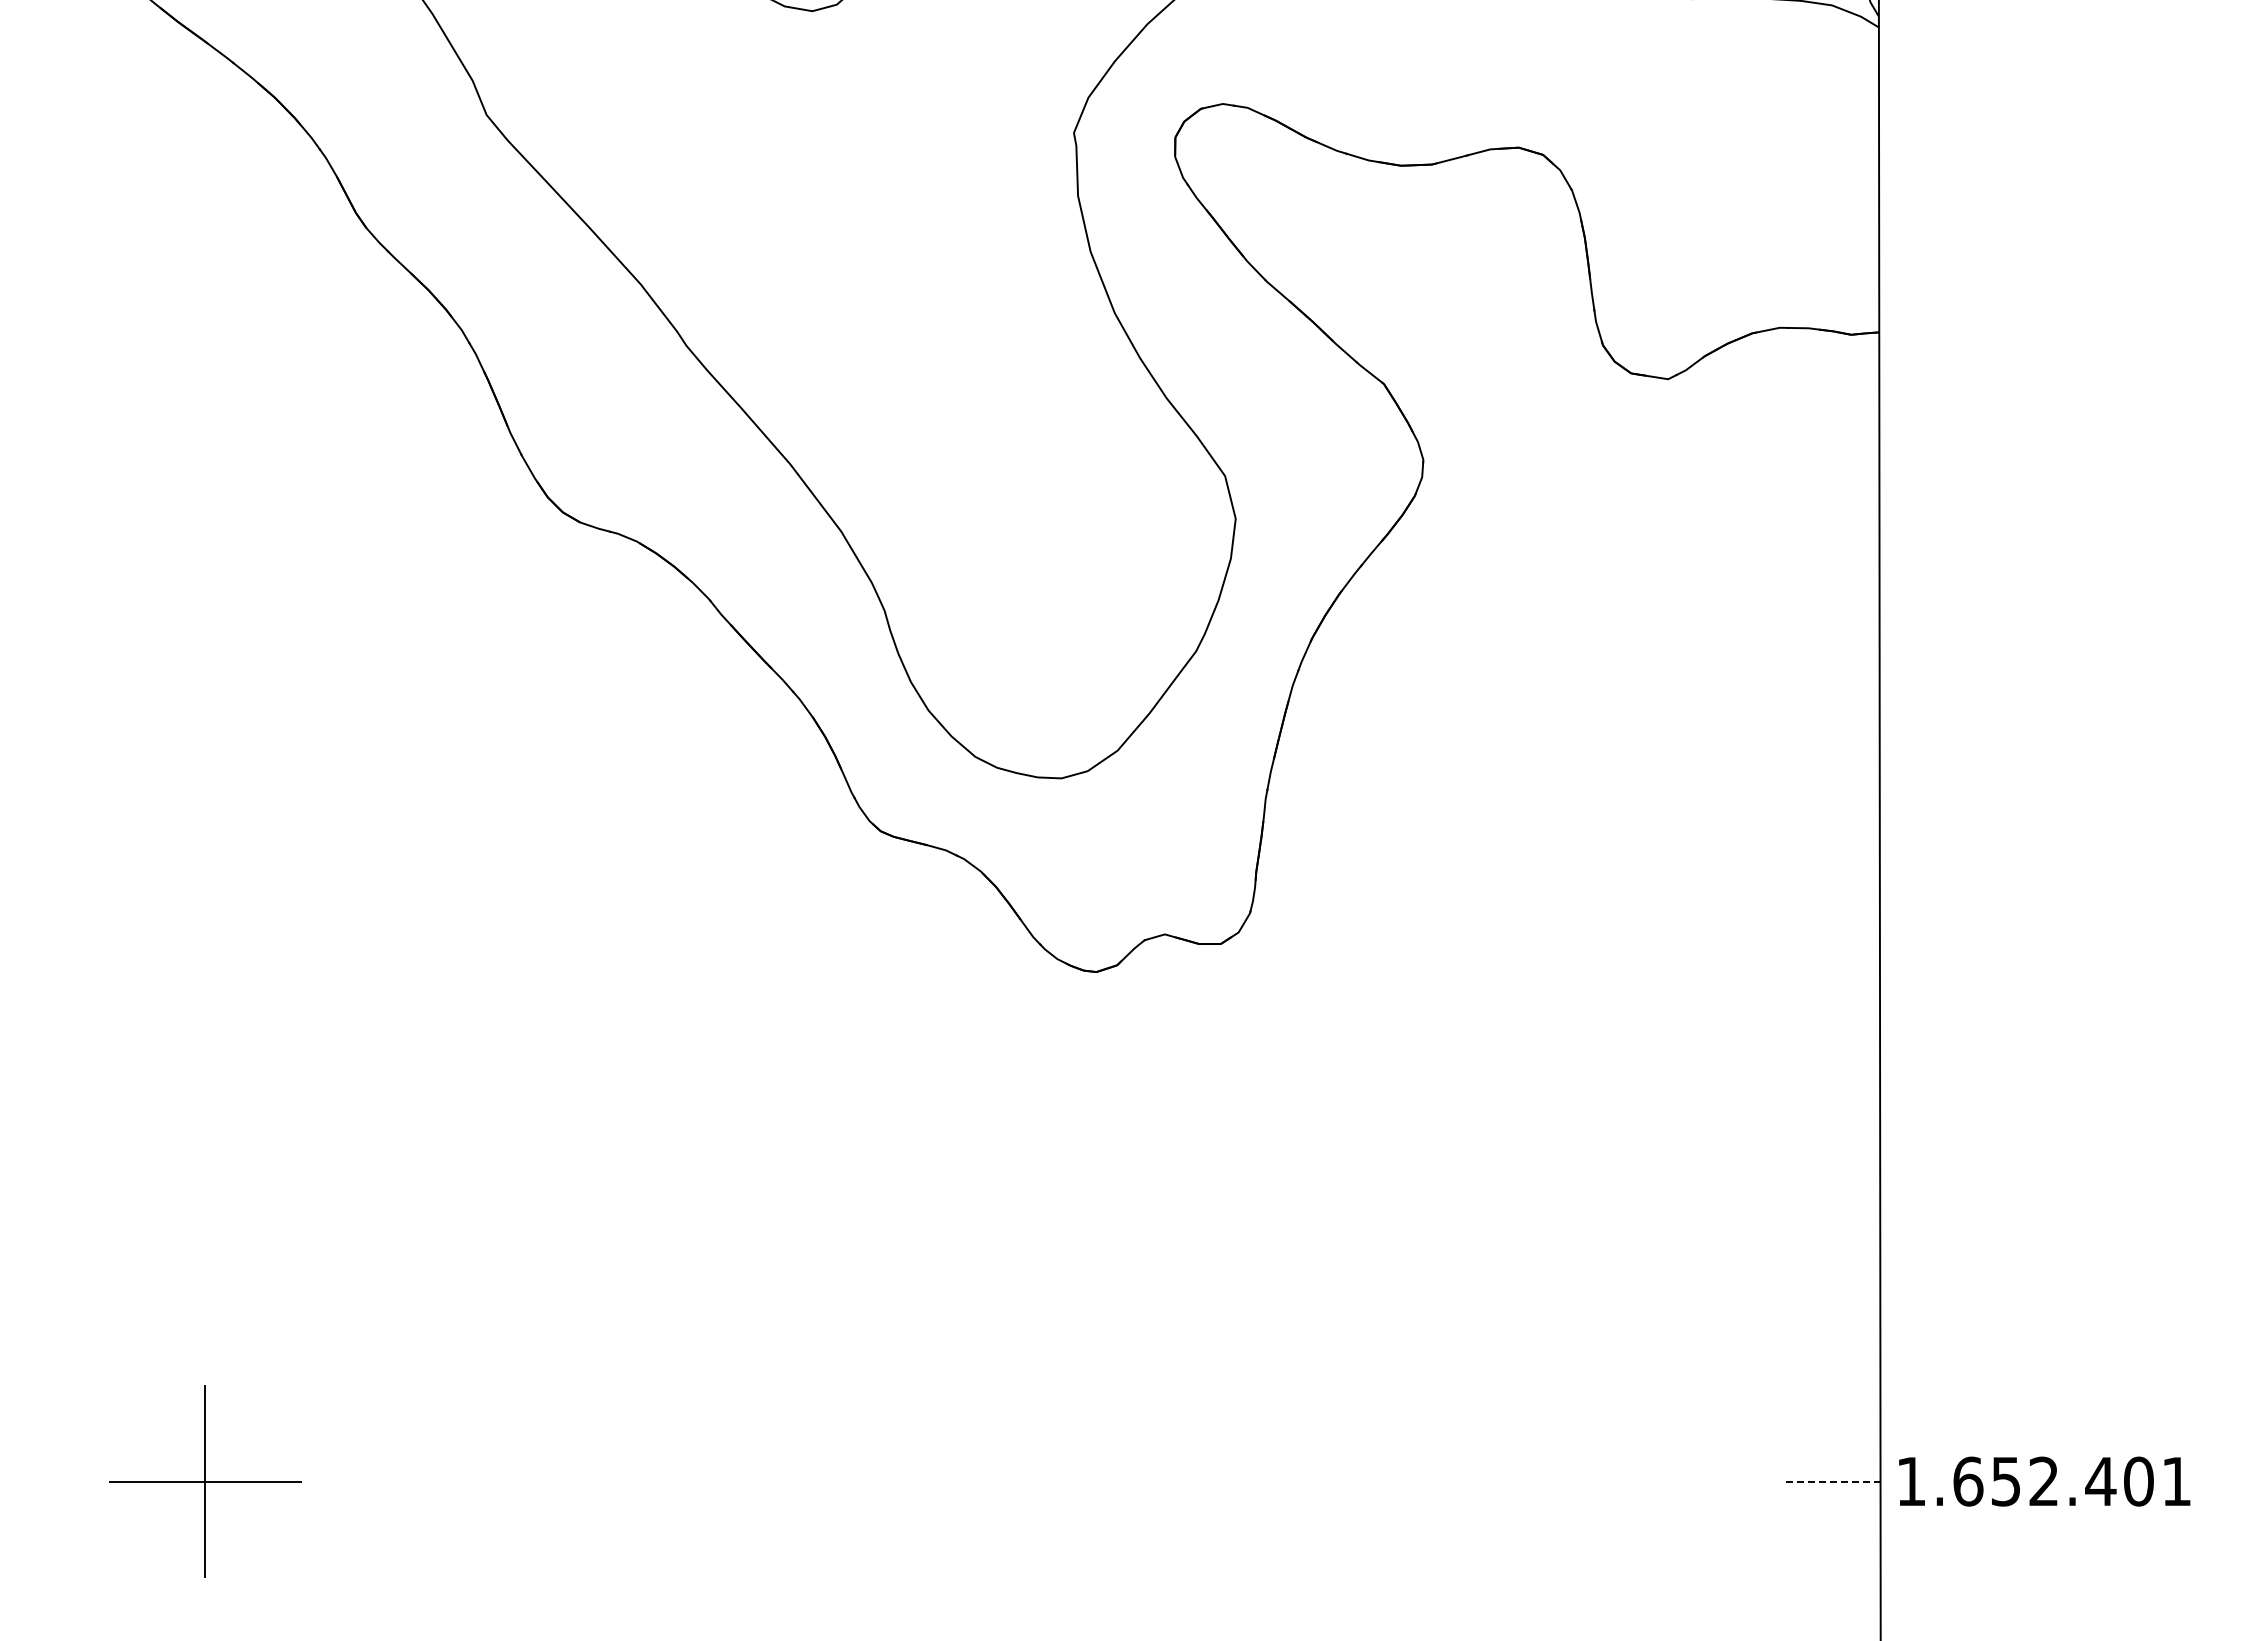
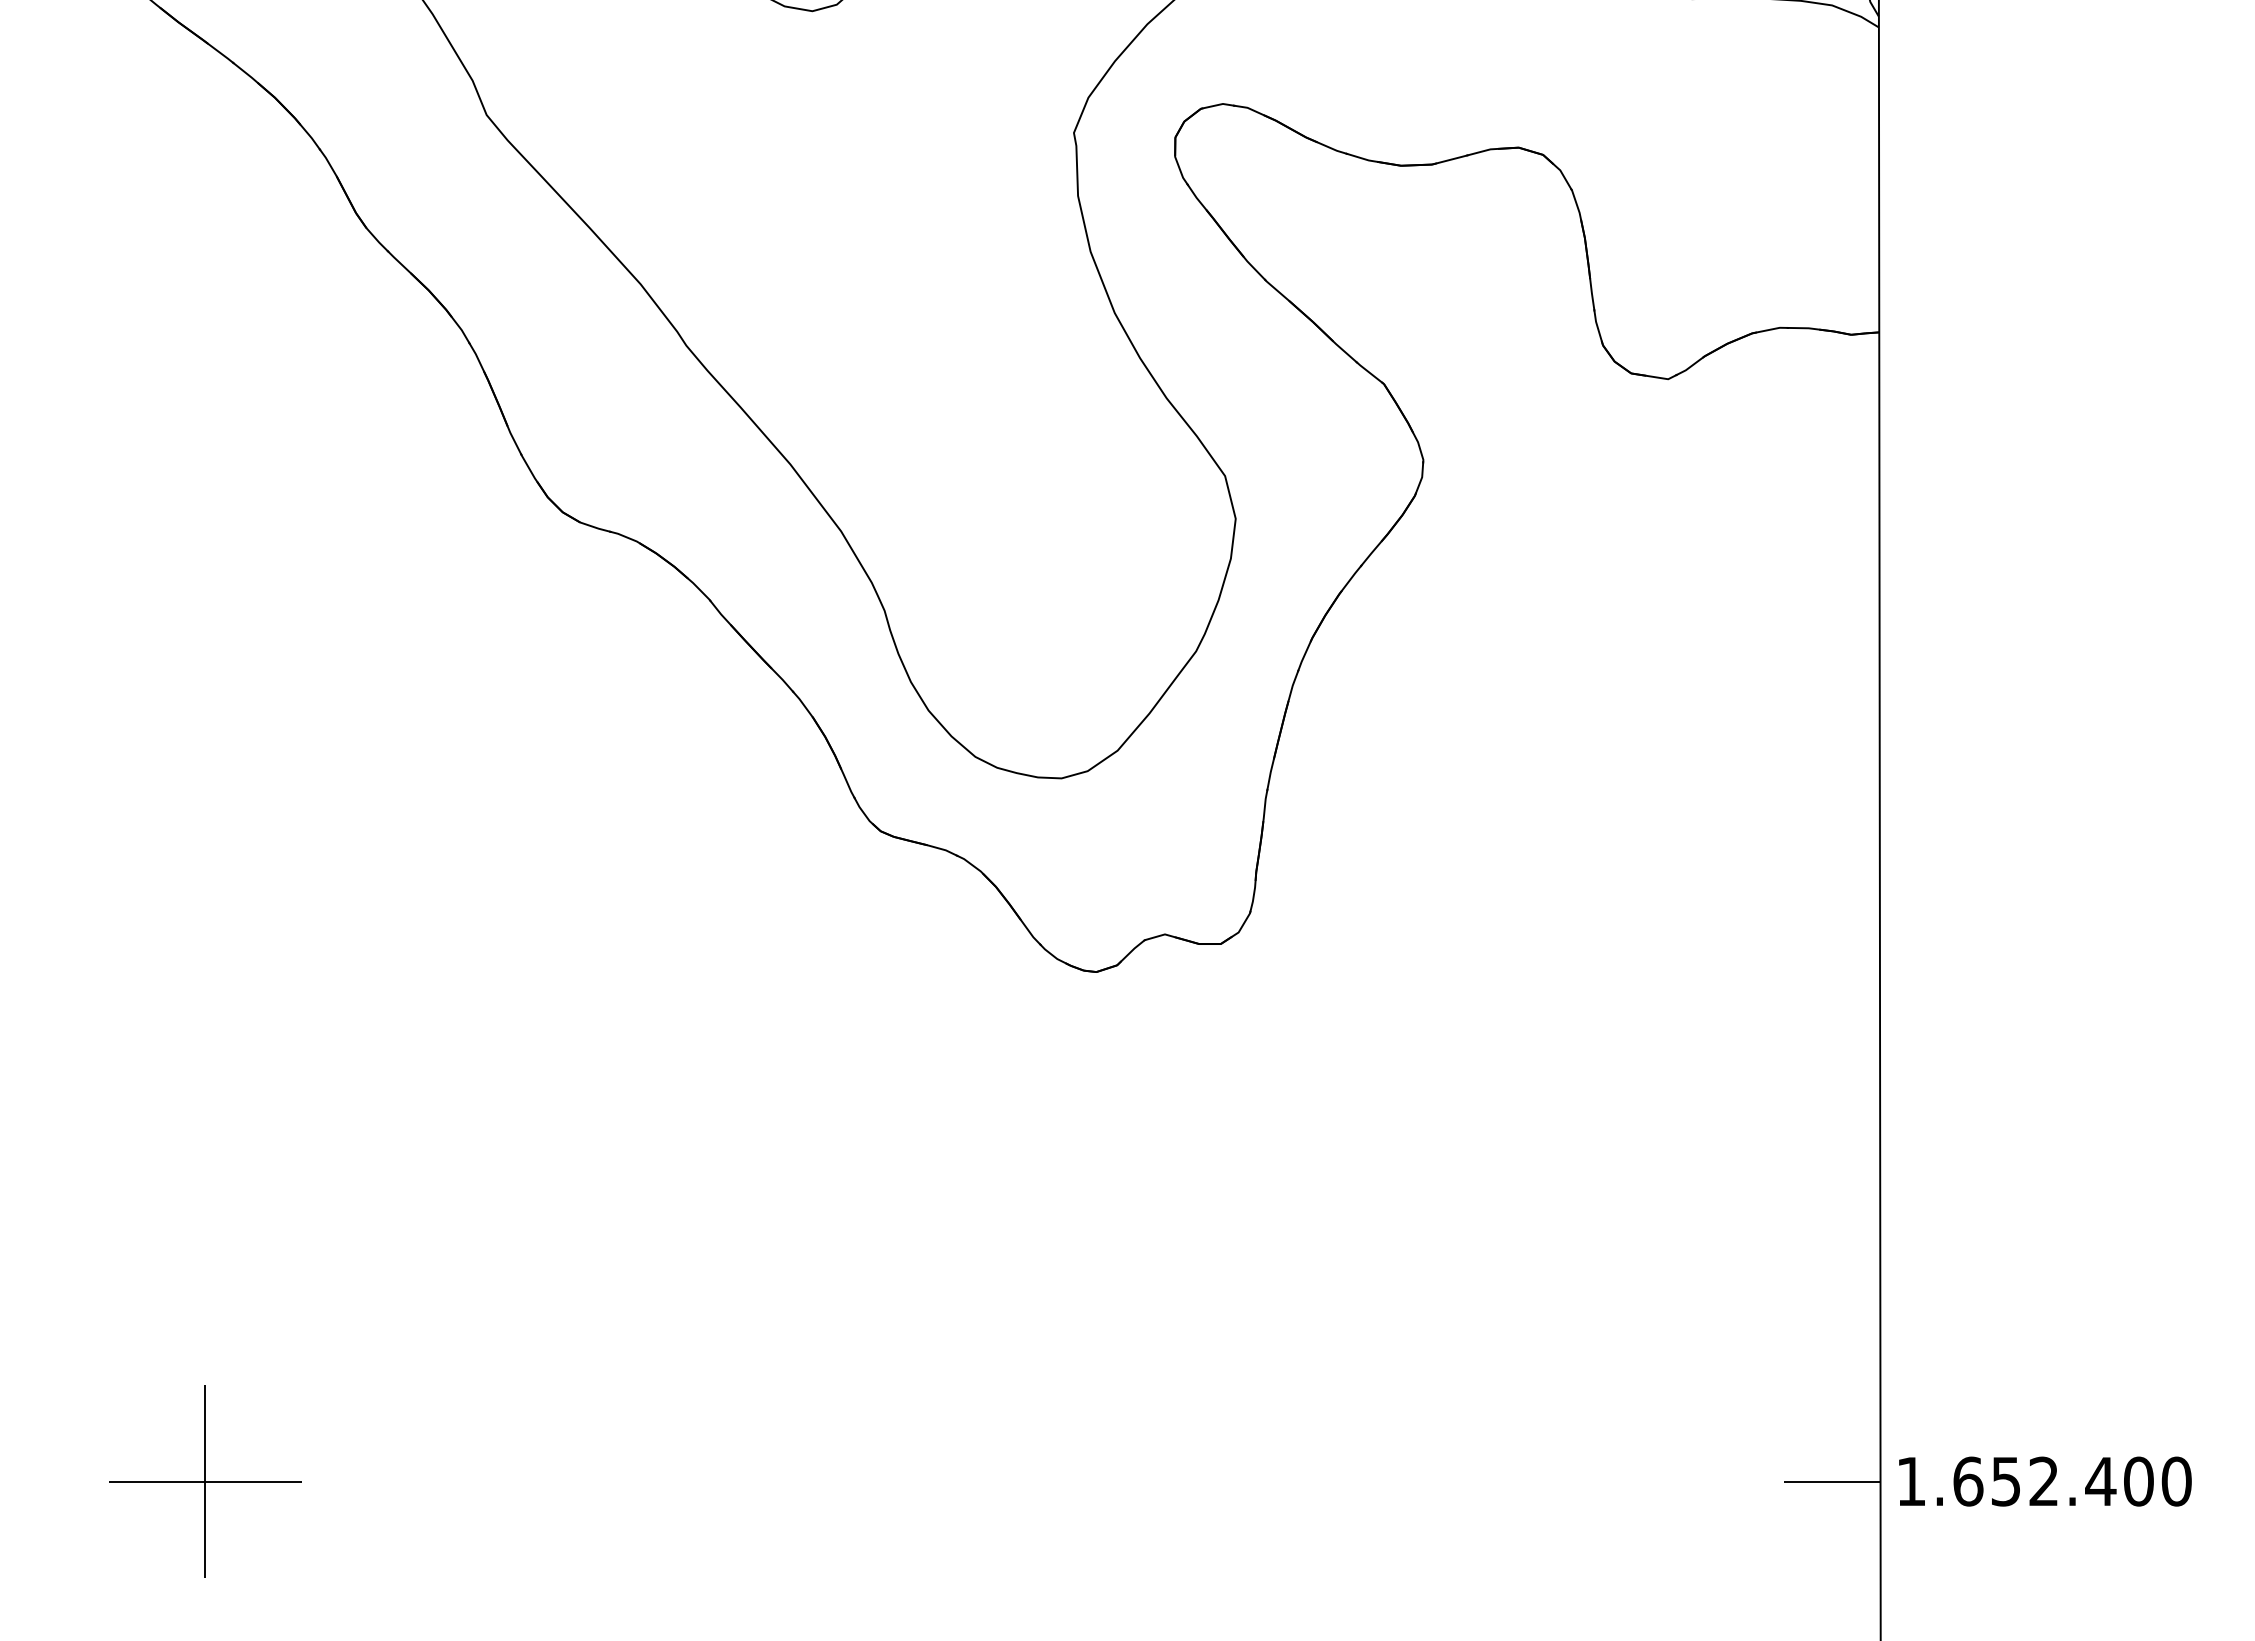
line at (1831, 1481): dashed -> solid
text at (2176, 1481): 1.652.401 -> 1.652.400
